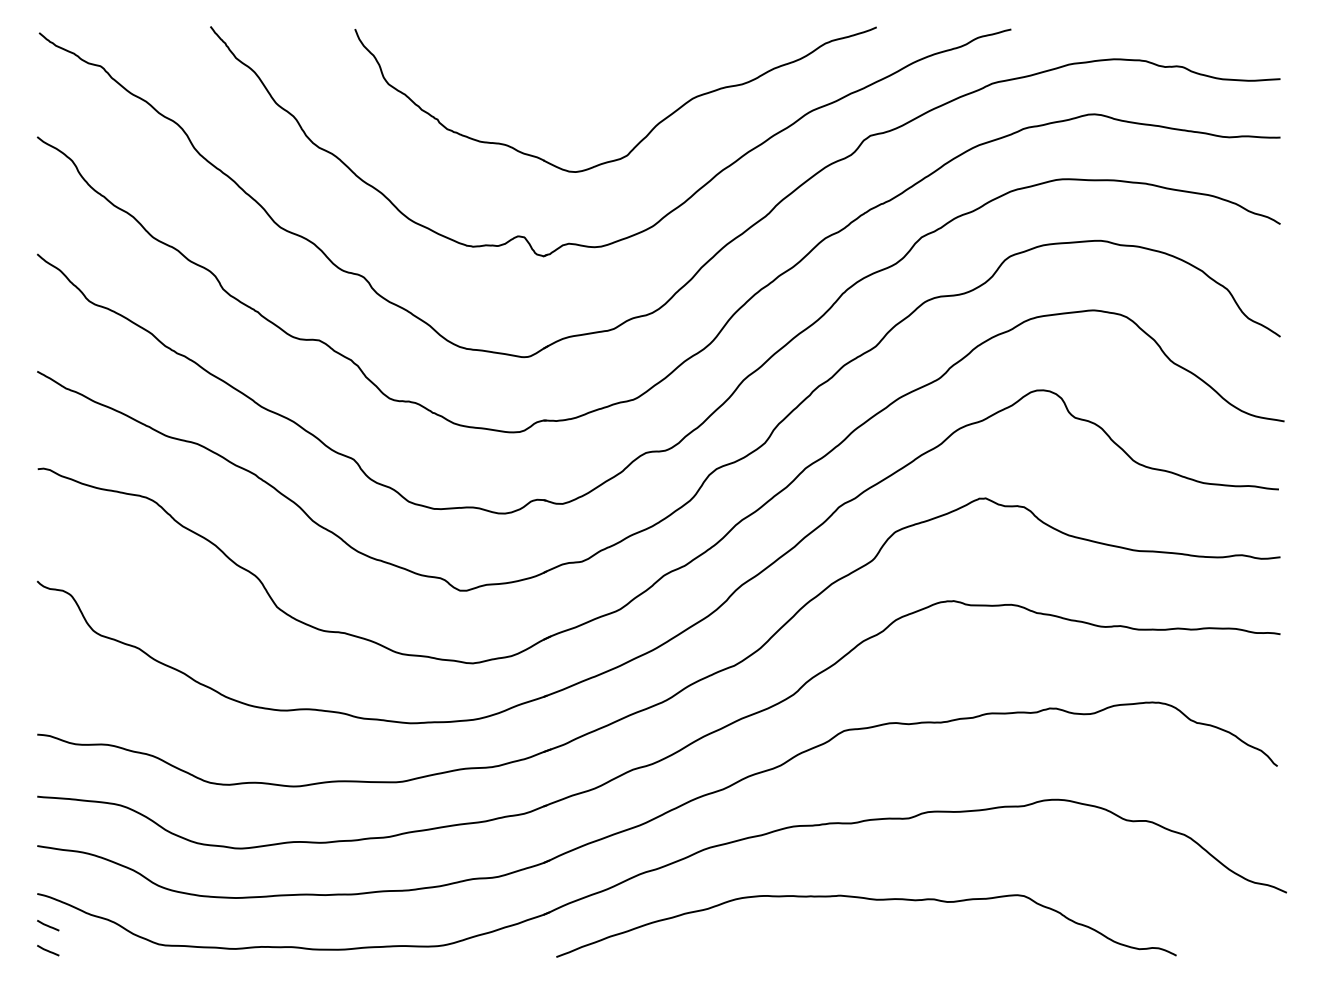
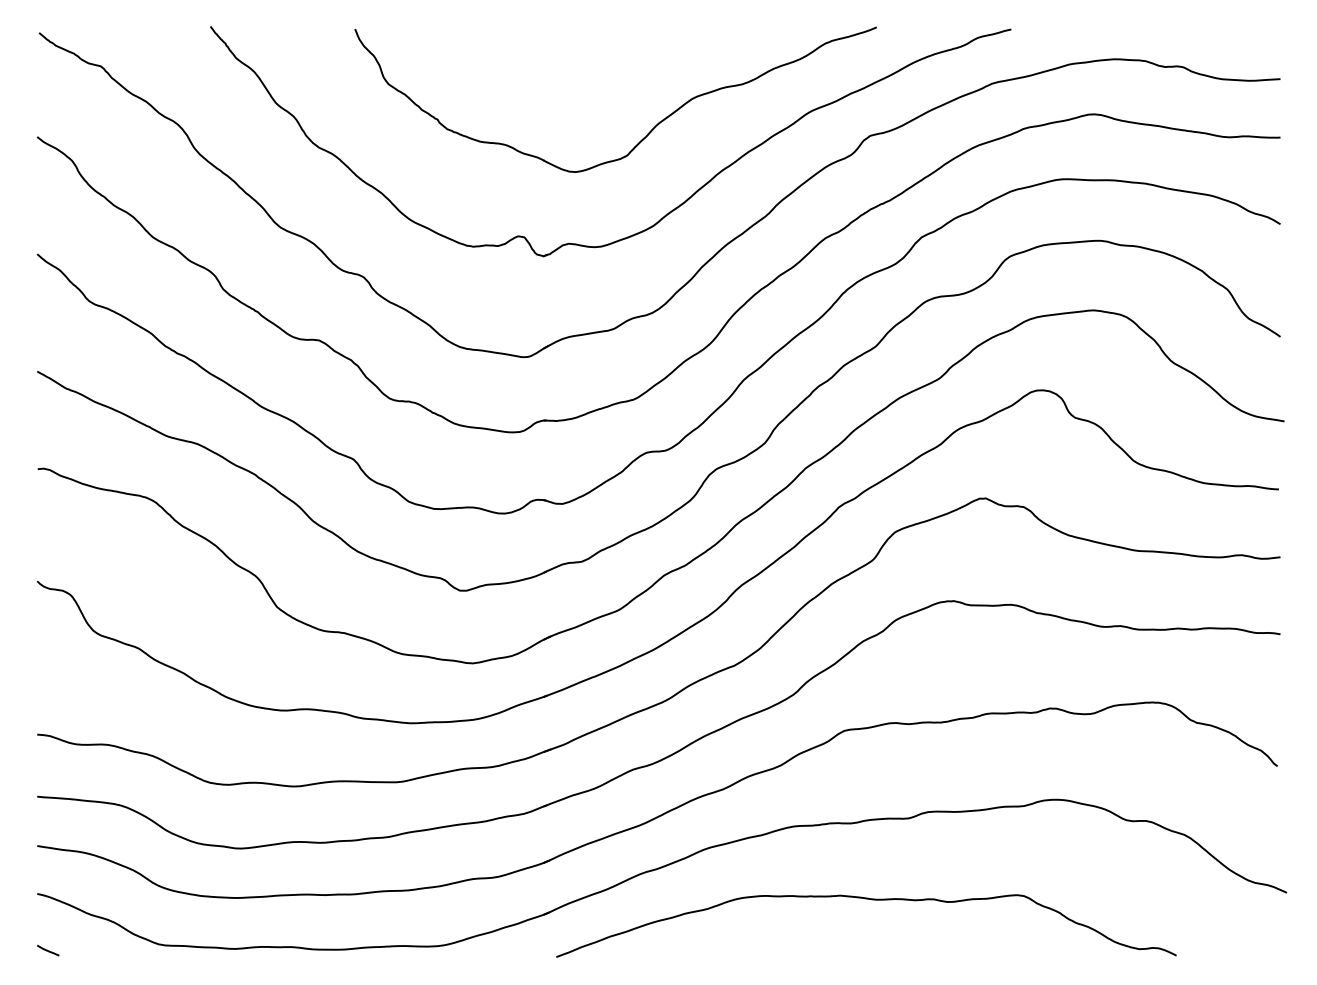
line at (48, 925): present -> none
